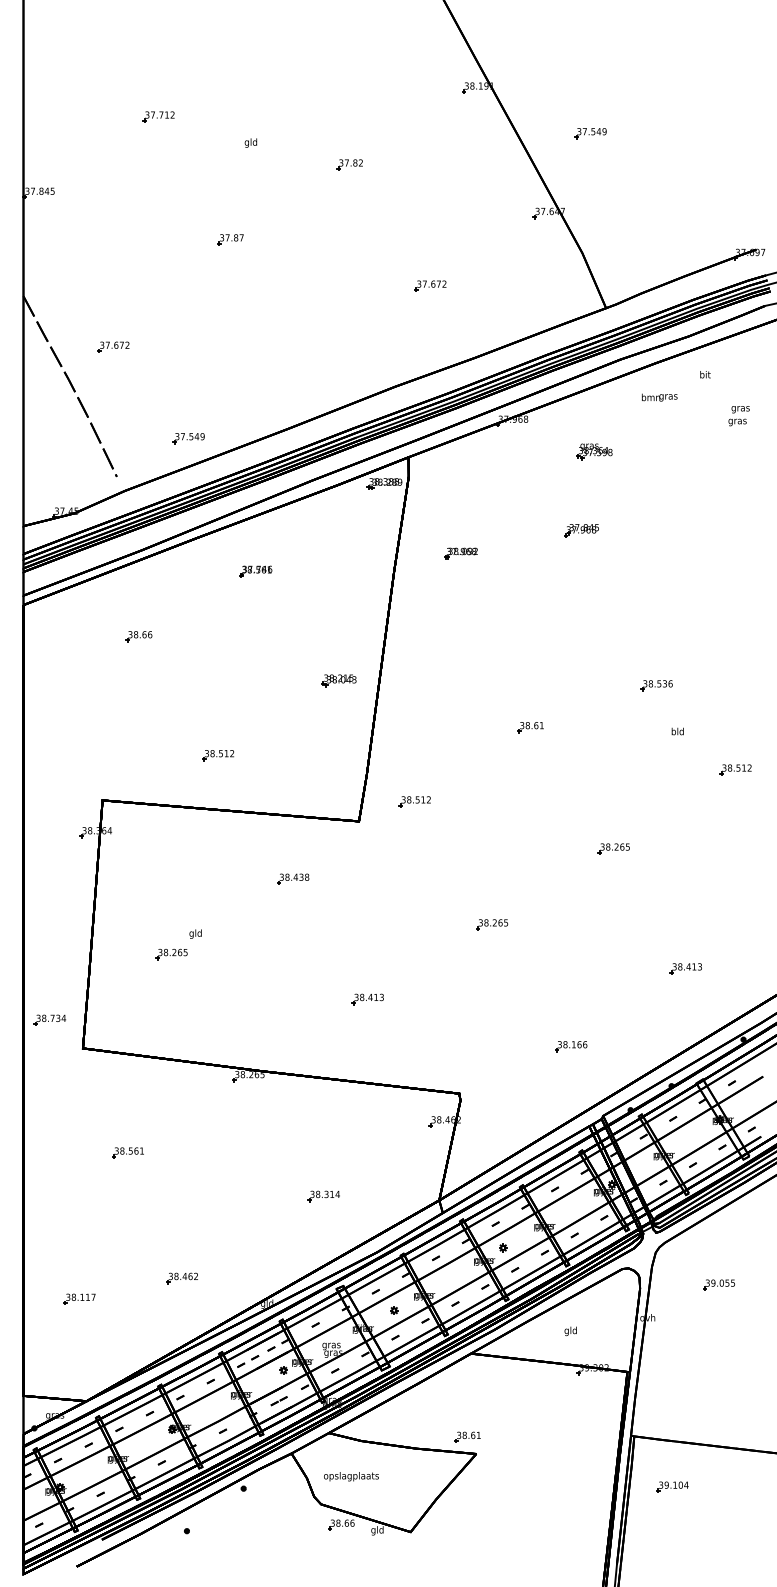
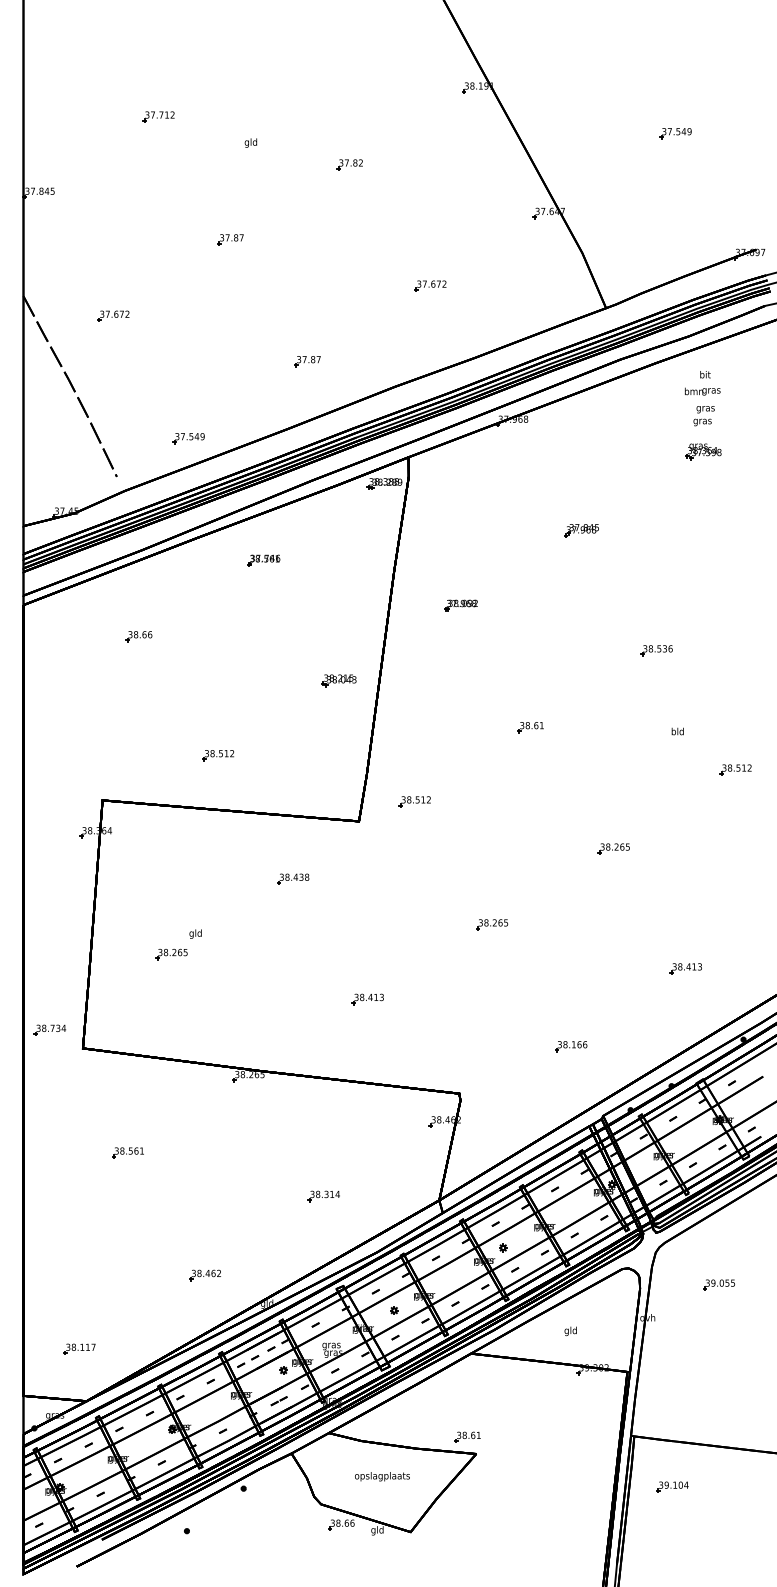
part at (590, 133) position: (590, 133) -> (675, 133)
part at (113, 346) position: (113, 346) -> (113, 315)
part at (307, 361): none -> present
text at (659, 397) position: (659, 397) -> (702, 391)
text at (738, 416) position: (738, 416) -> (703, 416)
part at (594, 451) position: (594, 451) -> (703, 451)
part at (460, 553) position: (460, 553) -> (460, 605)
part at (255, 571) position: (255, 571) -> (263, 560)
part at (656, 685) position: (656, 685) -> (656, 650)
part at (49, 1019) position: (49, 1019) -> (49, 1029)
part at (181, 1278) position: (181, 1278) -> (204, 1275)
part at (79, 1298) position: (79, 1298) -> (79, 1348)
text at (351, 1476) position: (351, 1476) -> (382, 1476)
